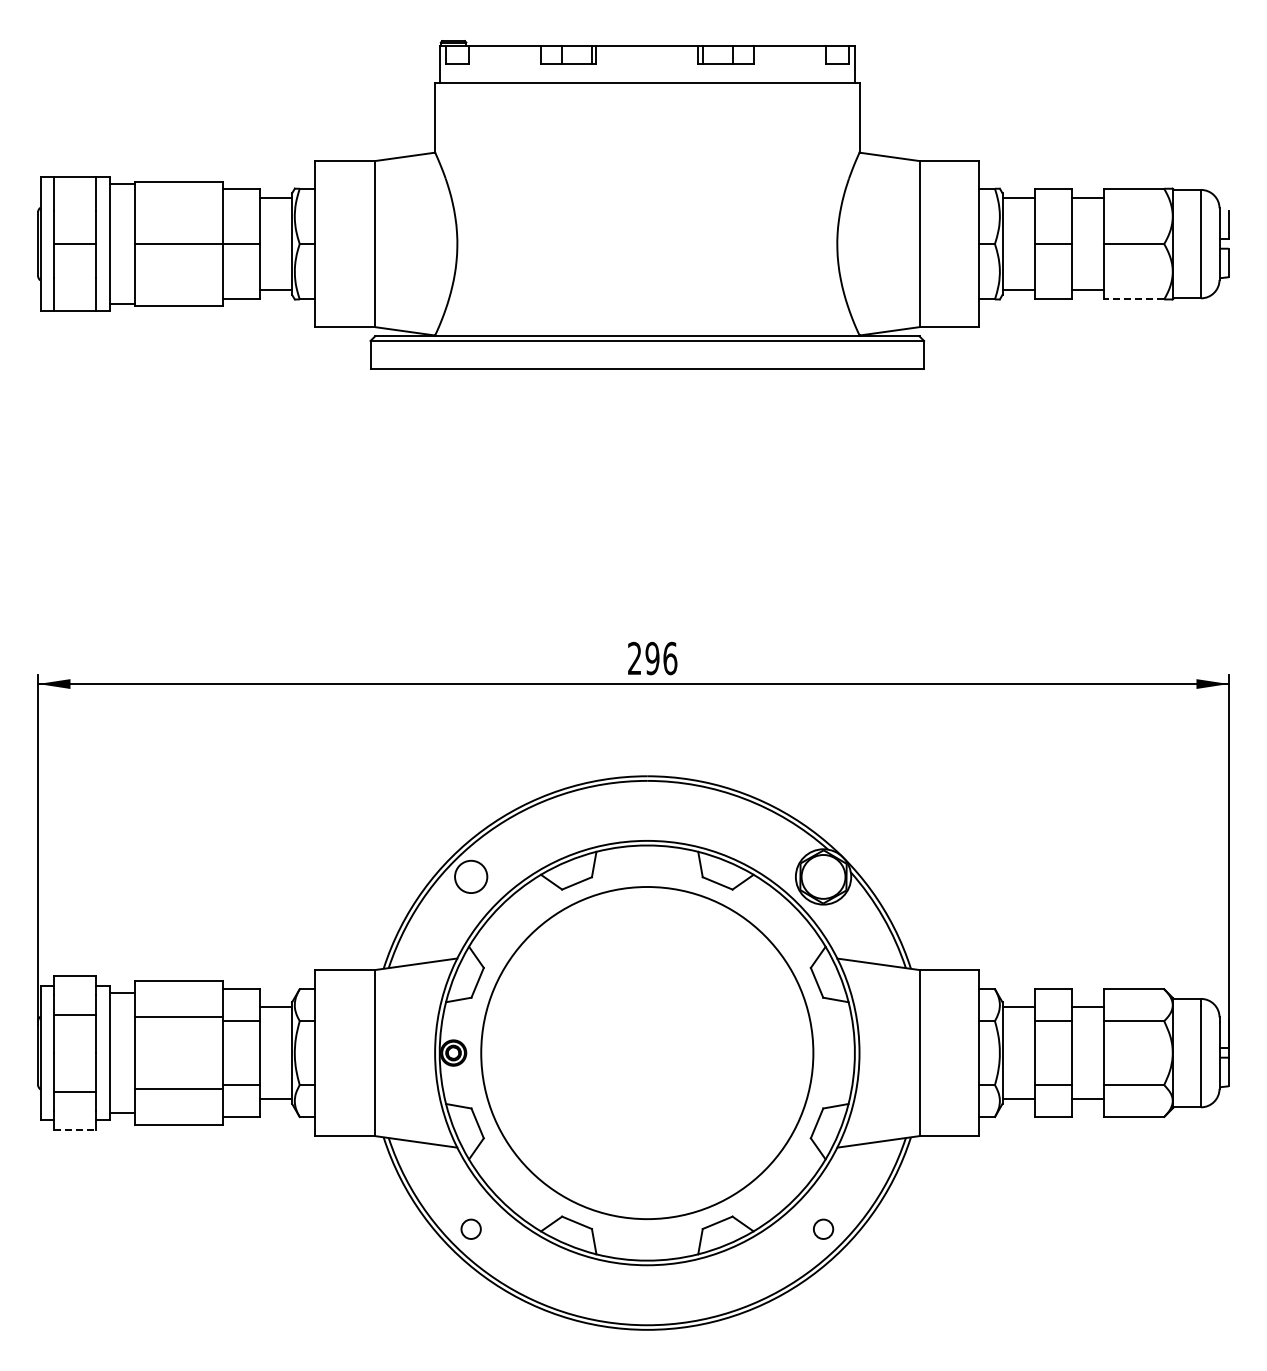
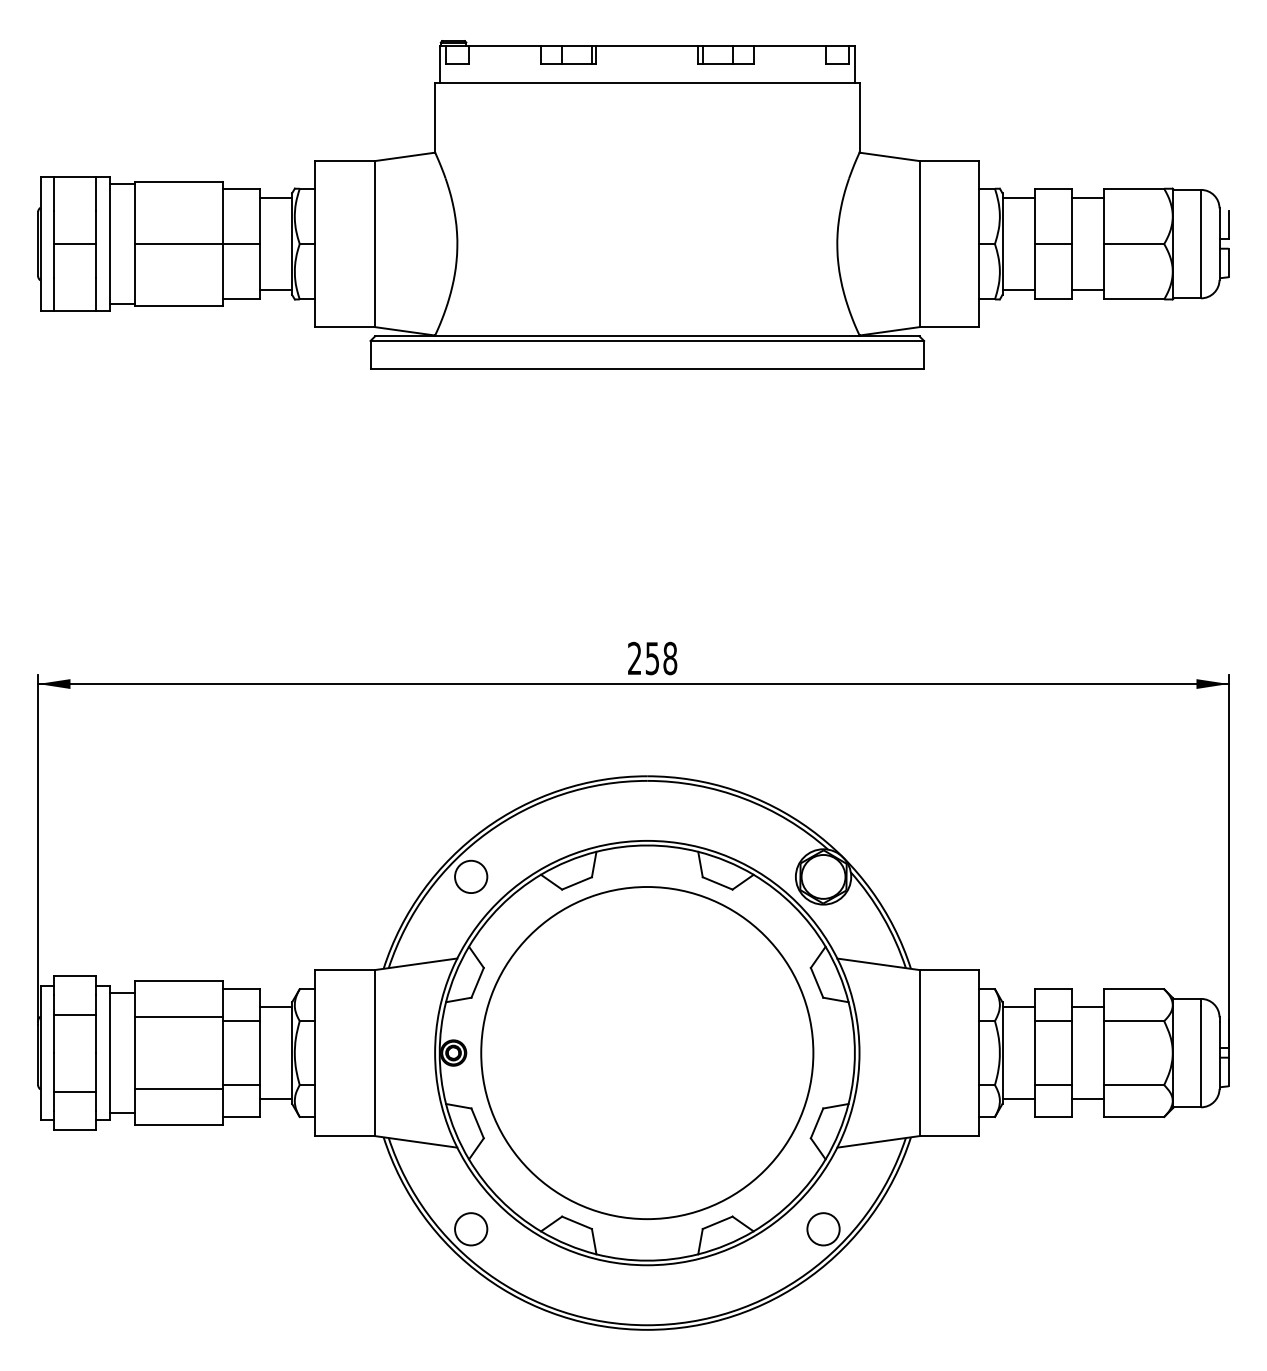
line at (1134, 299): dashed -> solid
text at (661, 658): 296 -> 258
line at (75, 1130): dashed -> solid
circle at (470, 1228) diameter: 19 px -> 32 px
circle at (823, 1228) diameter: 19 px -> 32 px
